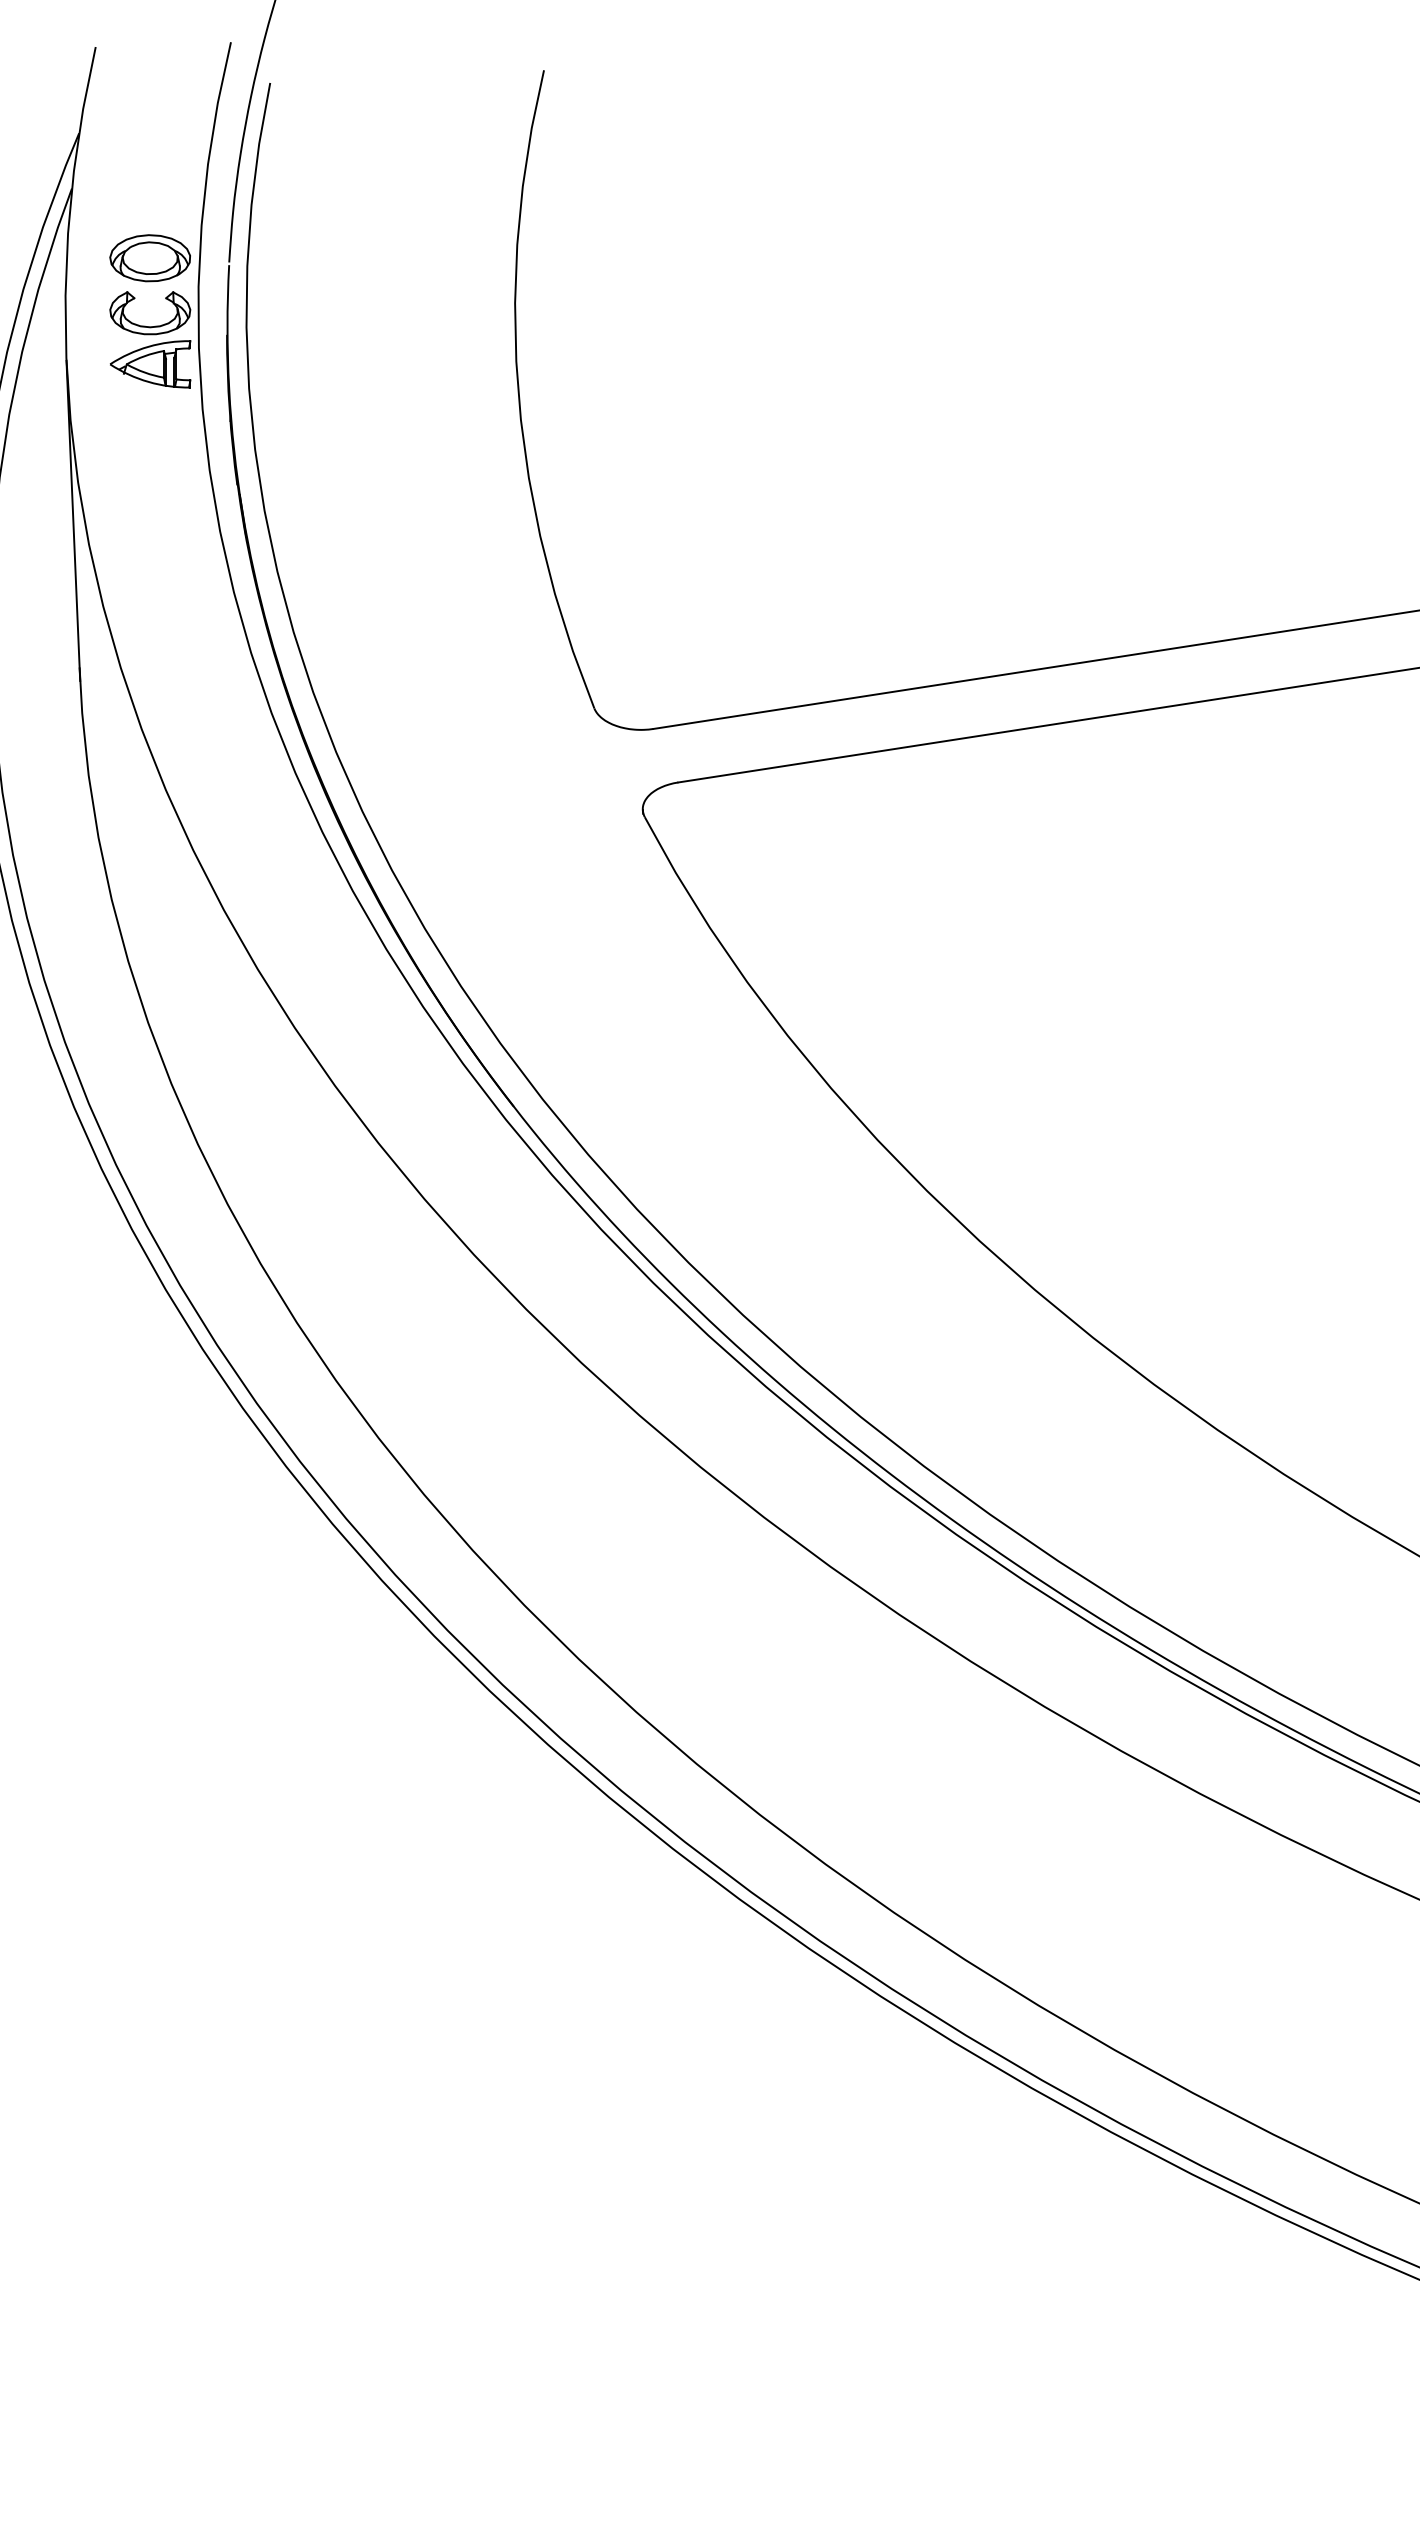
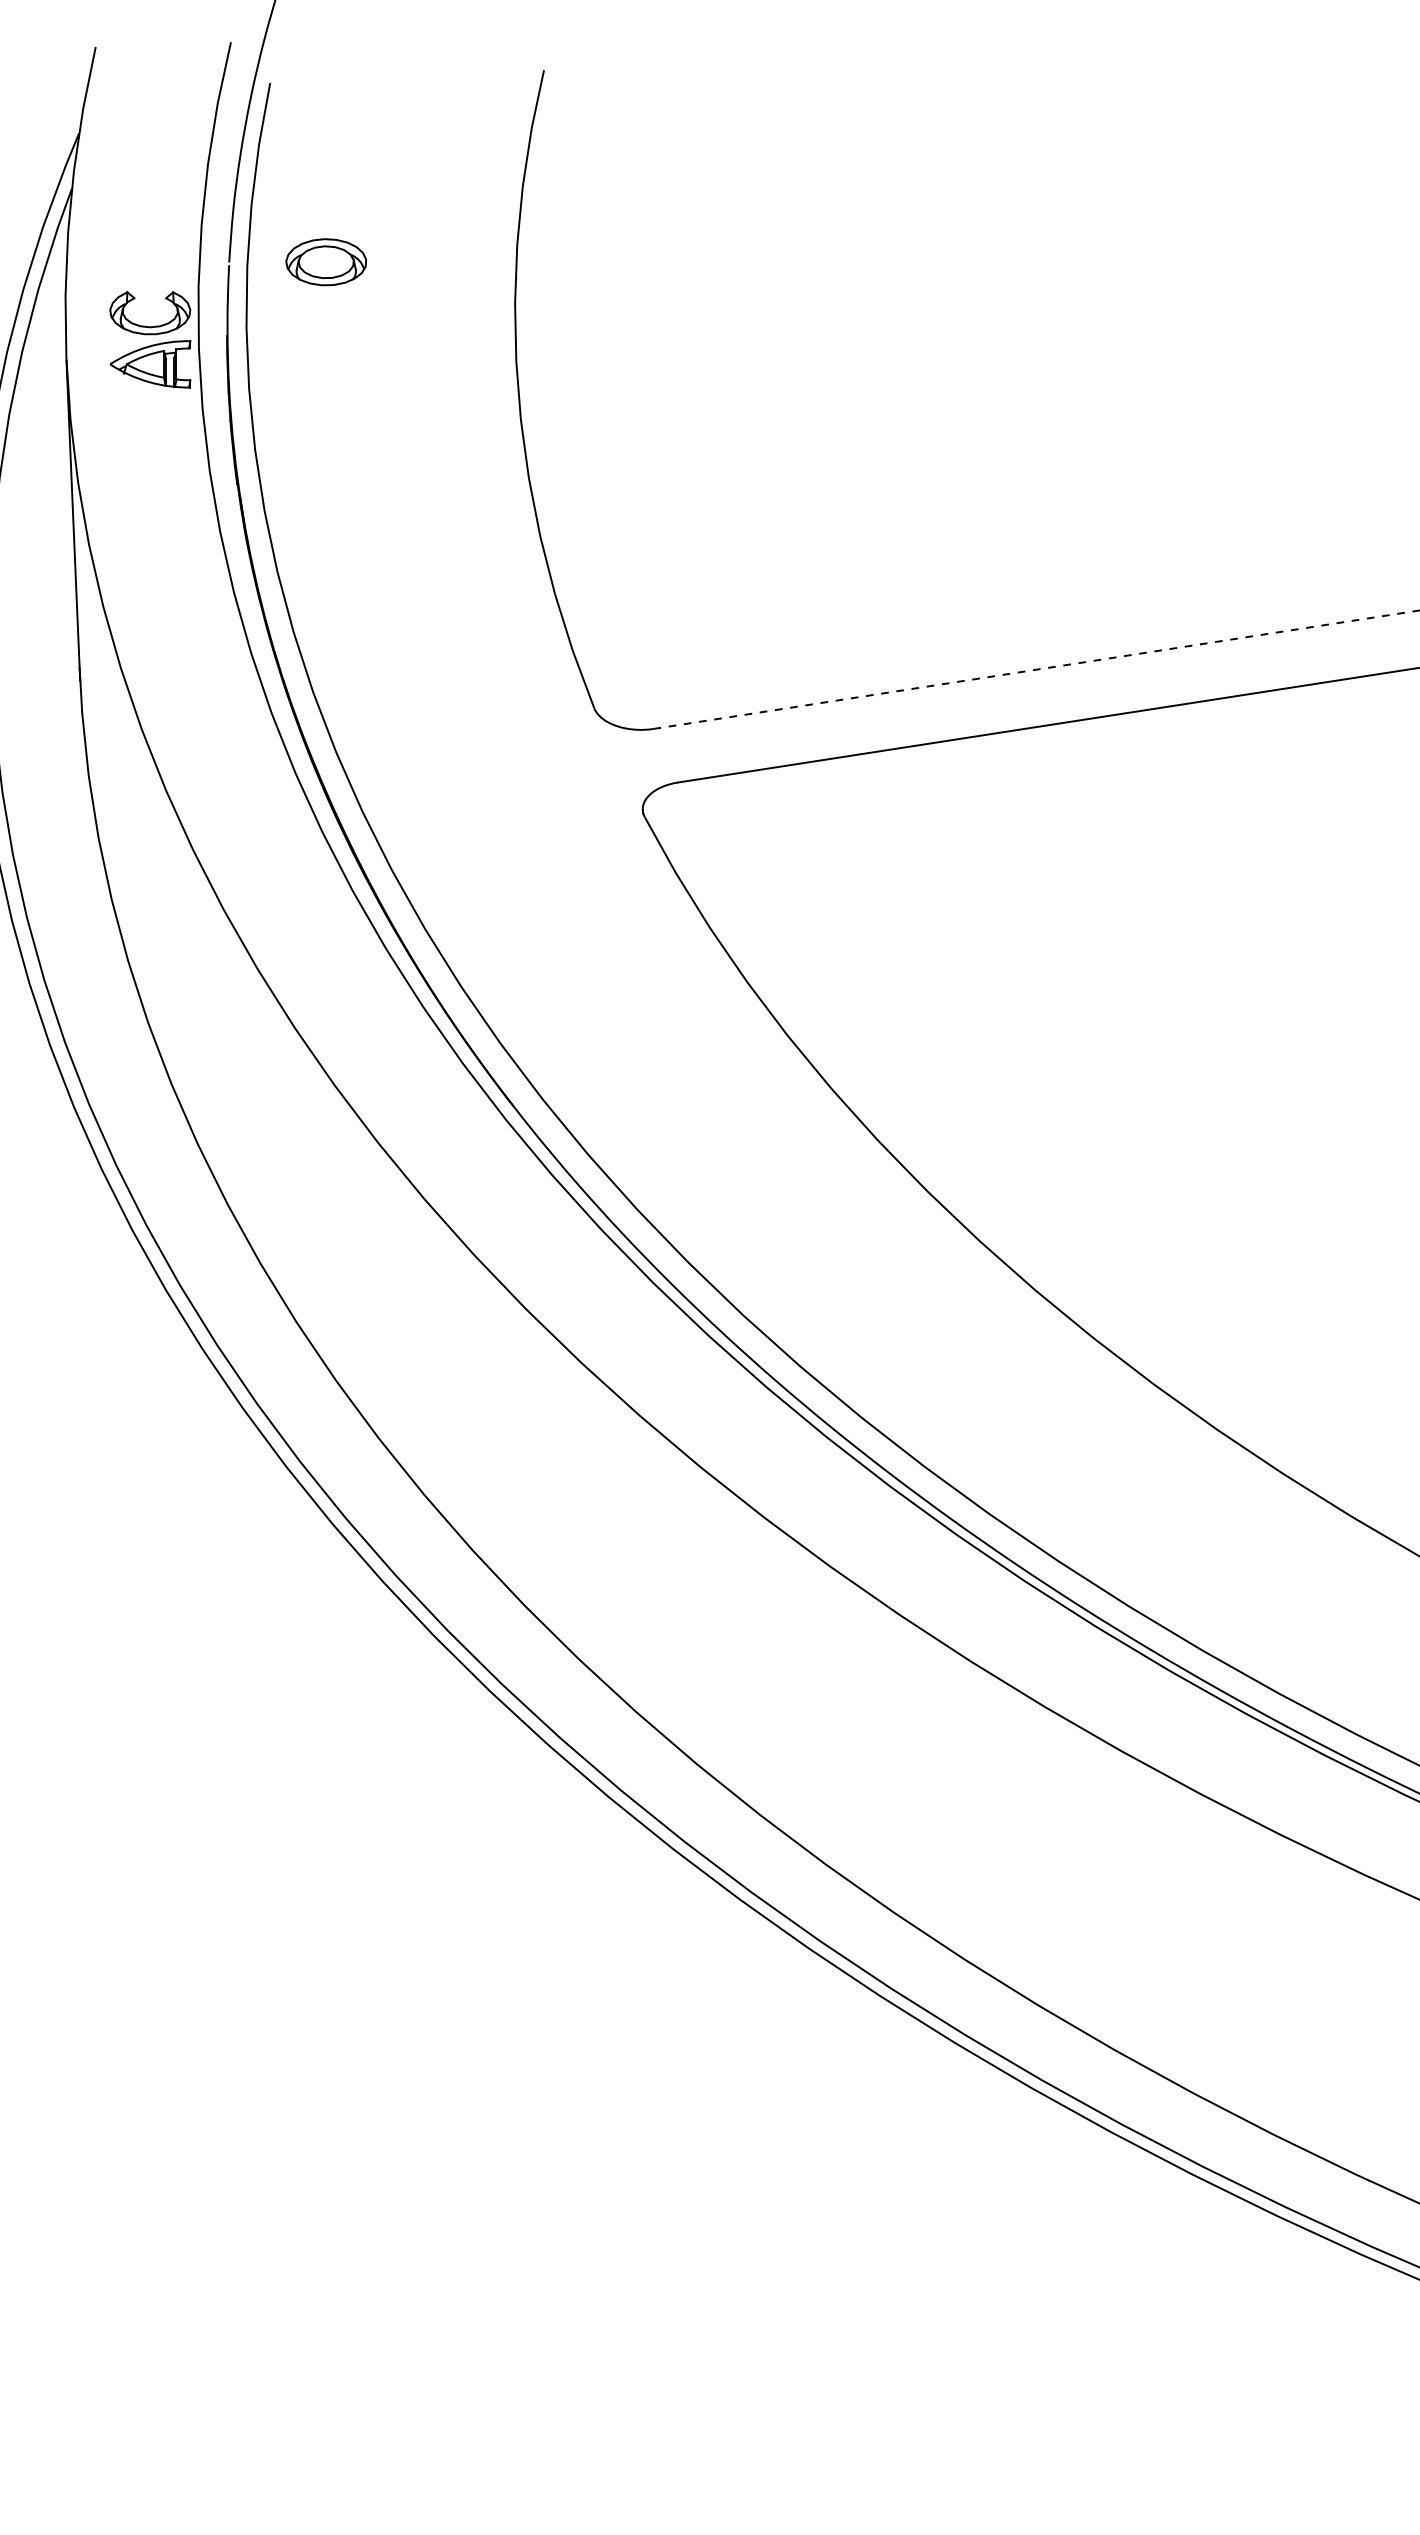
part at (149, 258) position: (149, 258) -> (325, 262)
line at (1036, 669): solid -> dashed
